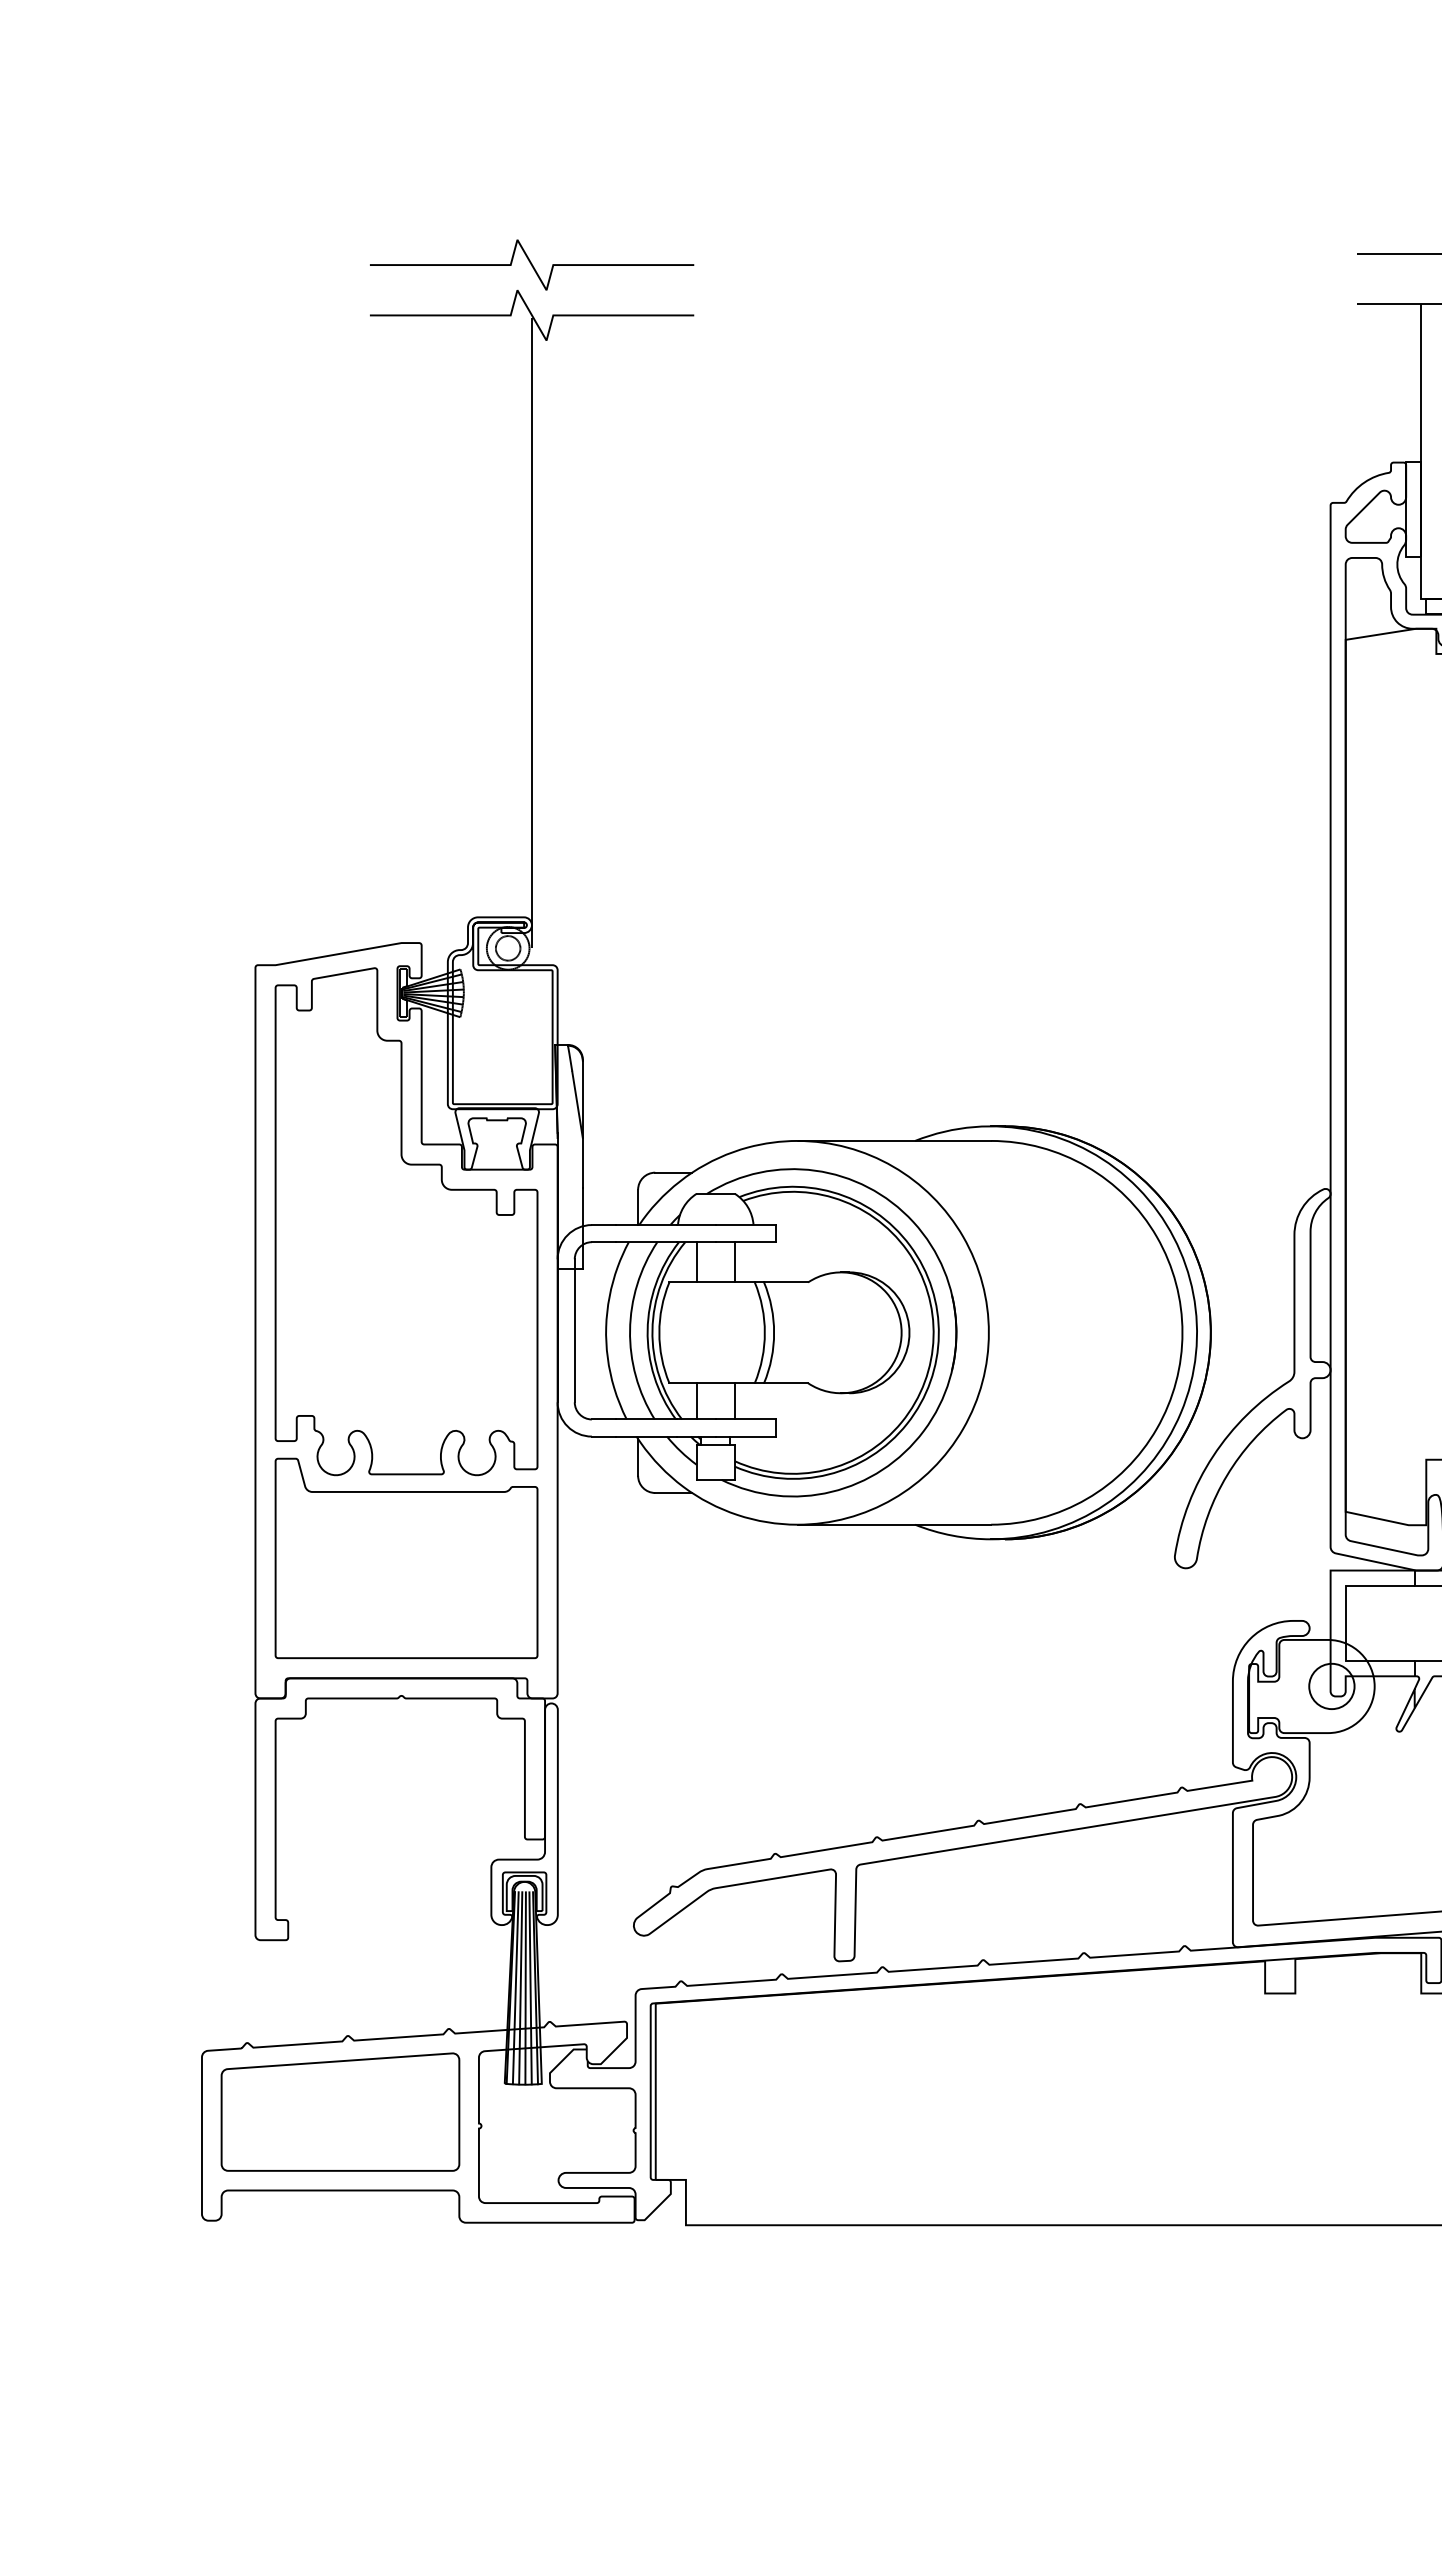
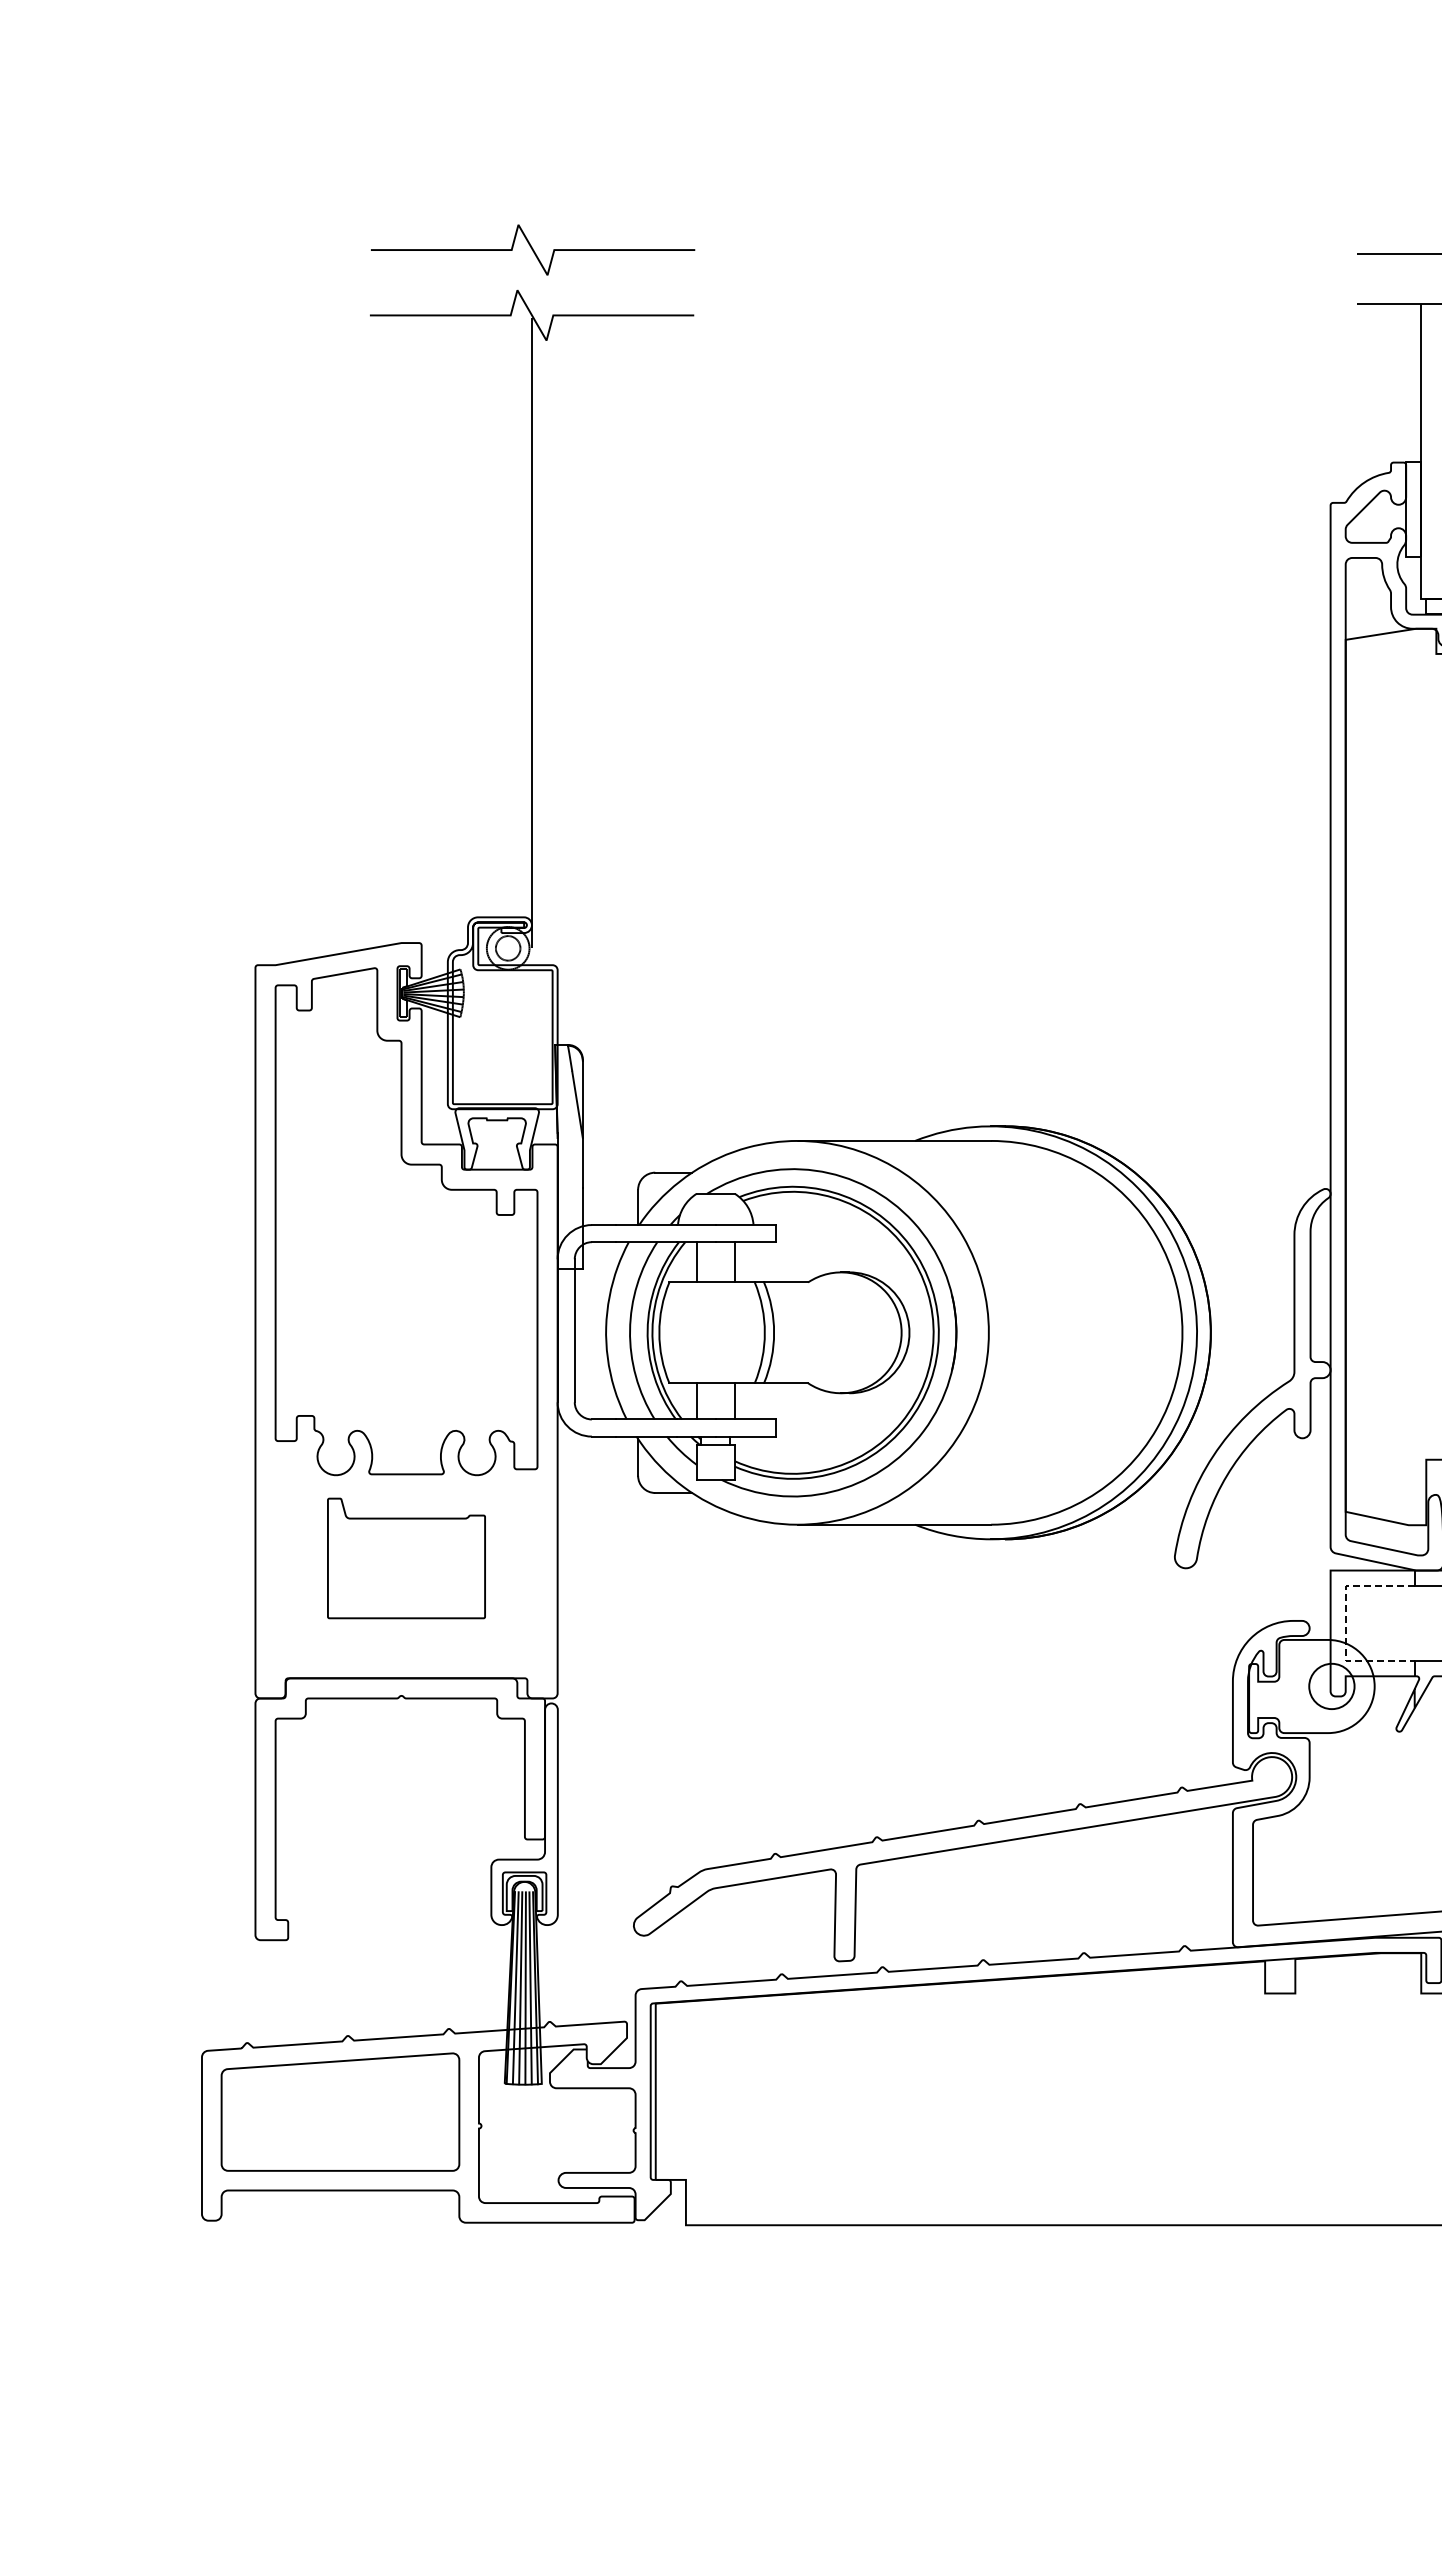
curve at (532, 264) position: (532, 264) -> (533, 249)
part at (406, 1558) size: 265x203 px -> 159x123 px
line at (1345, 1623): solid -> dashed
